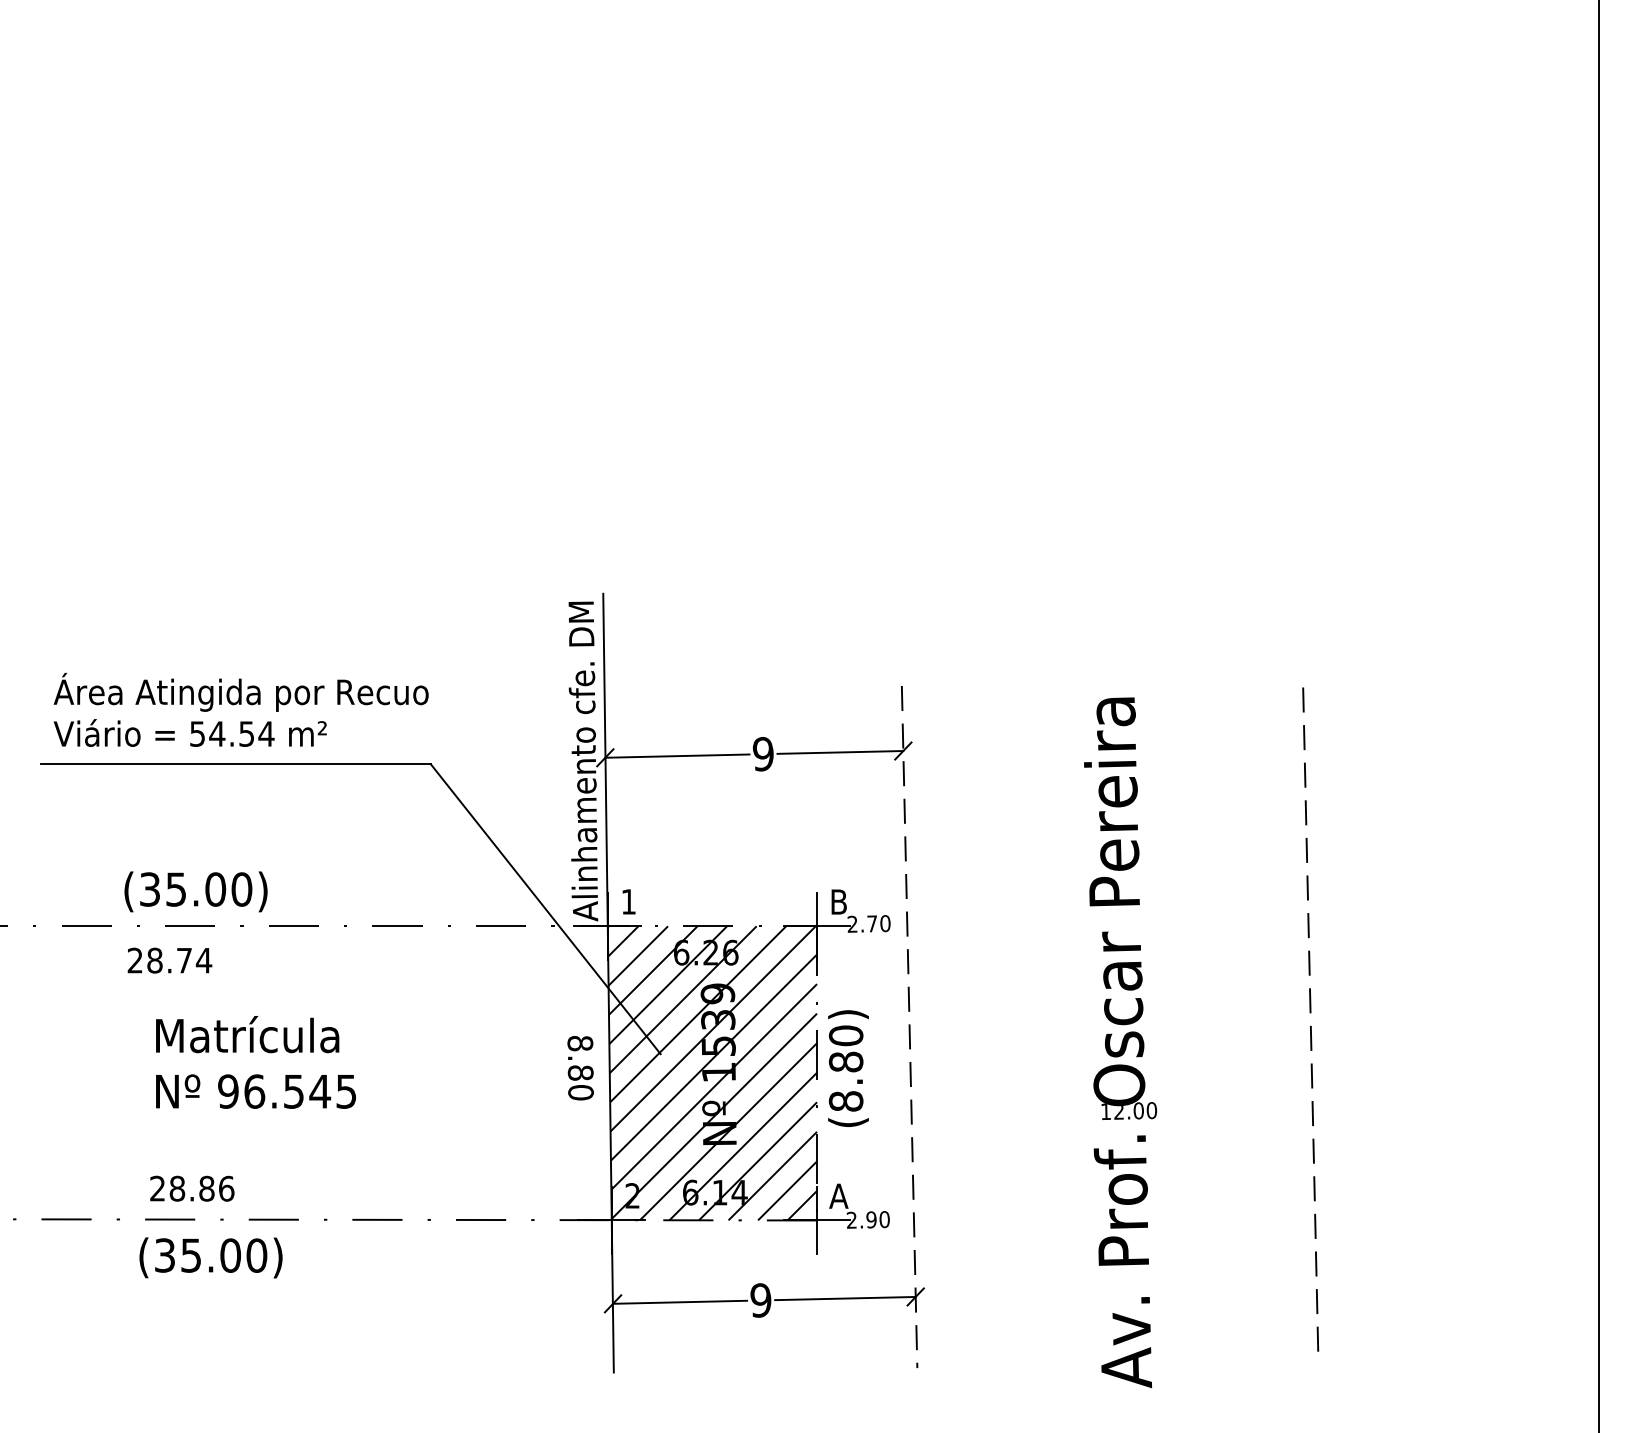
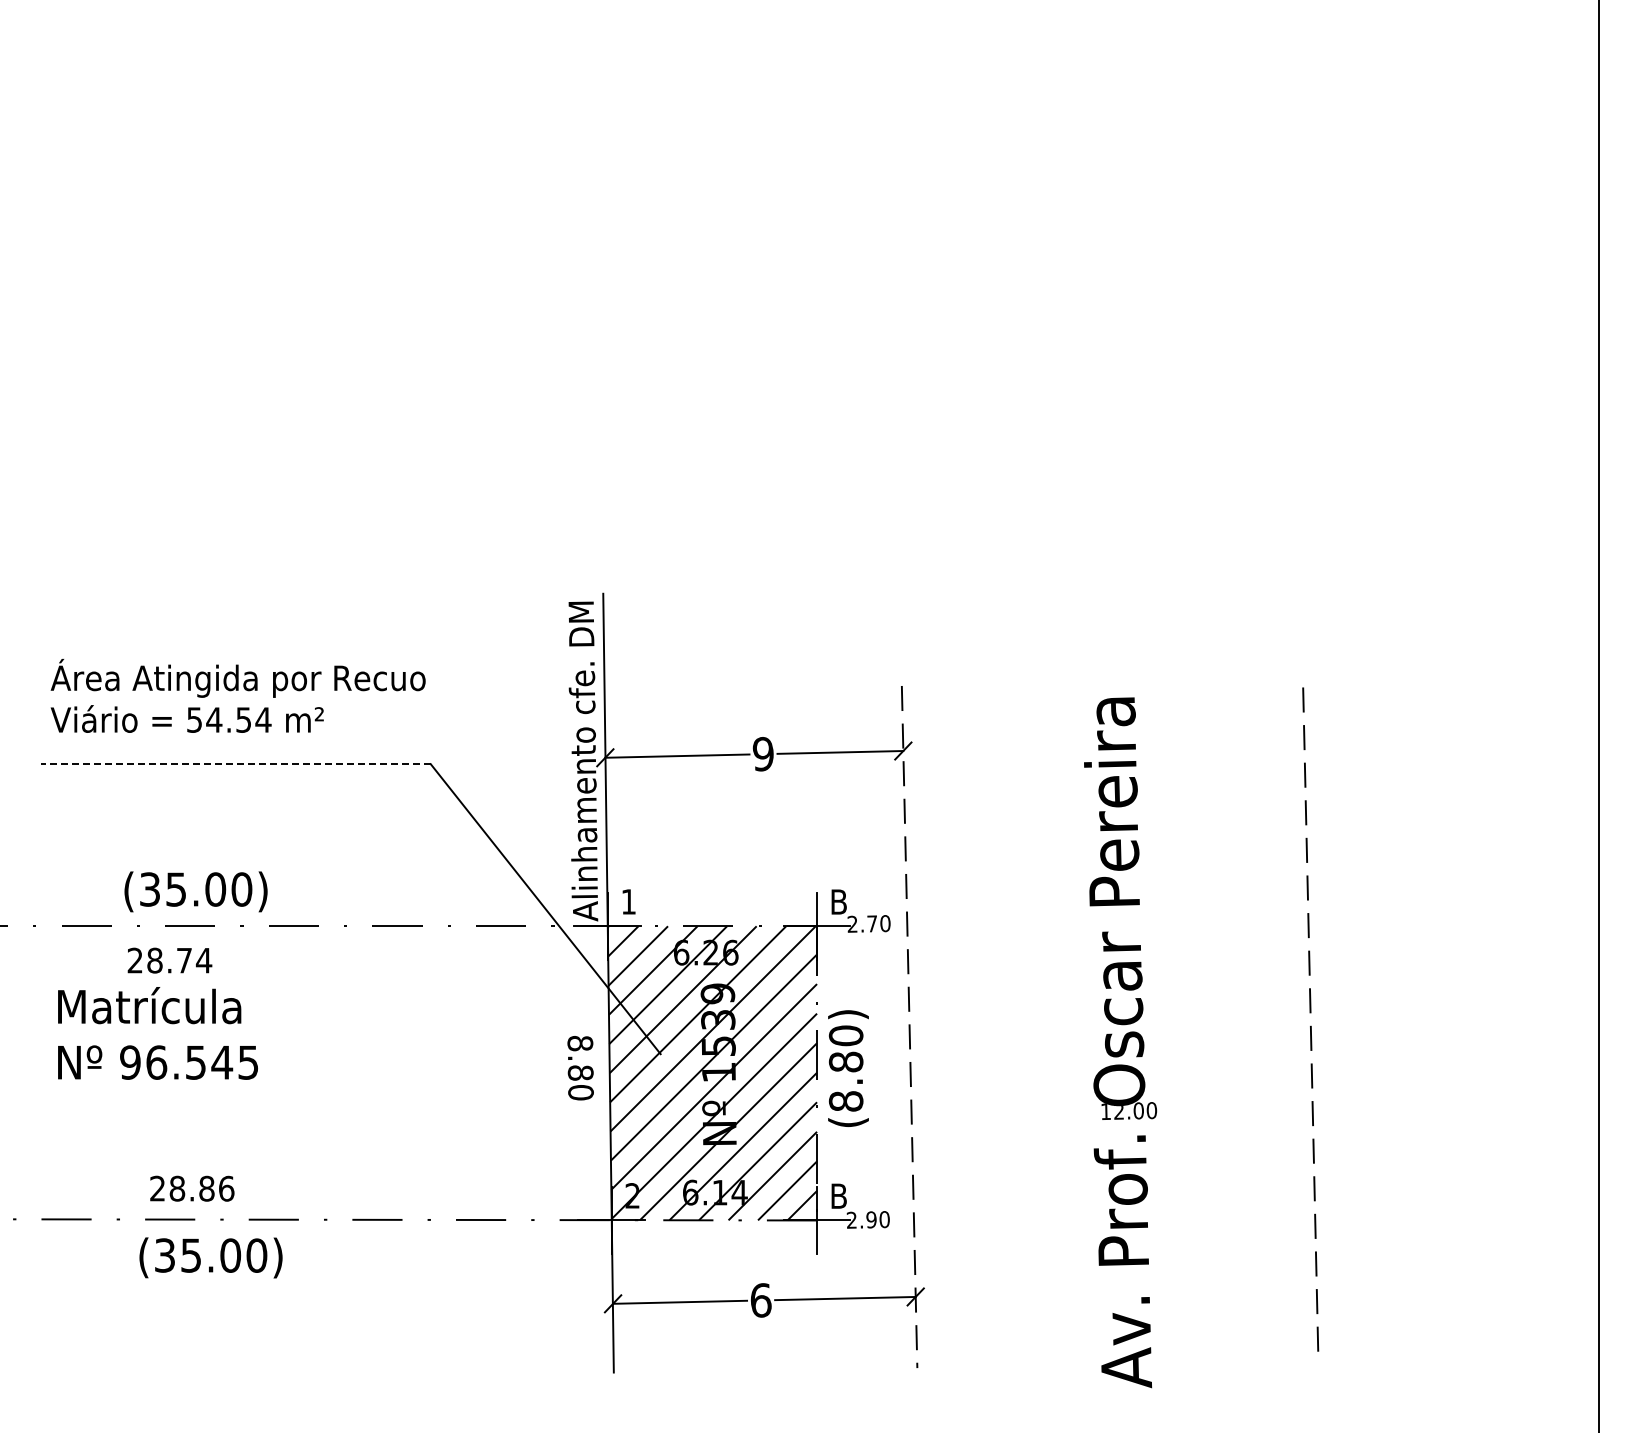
text at (240, 709) position: (240, 709) -> (237, 695)
line at (235, 764): solid -> dashed
text at (255, 1062) position: (255, 1062) -> (157, 1033)
text at (838, 1195): A -> B
text at (760, 1300): 9 -> 6
